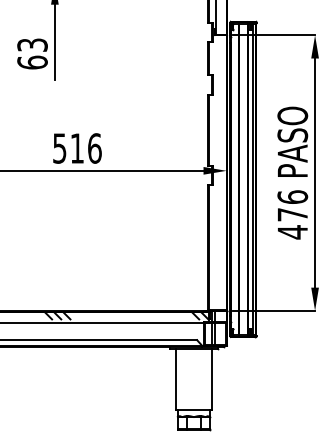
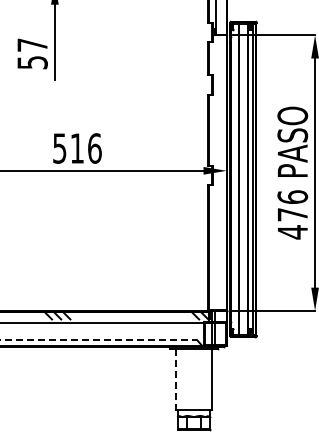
text at (32, 53): 63 -> 57
line at (99, 340): solid -> dashed
line at (175, 379): solid -> dashed
